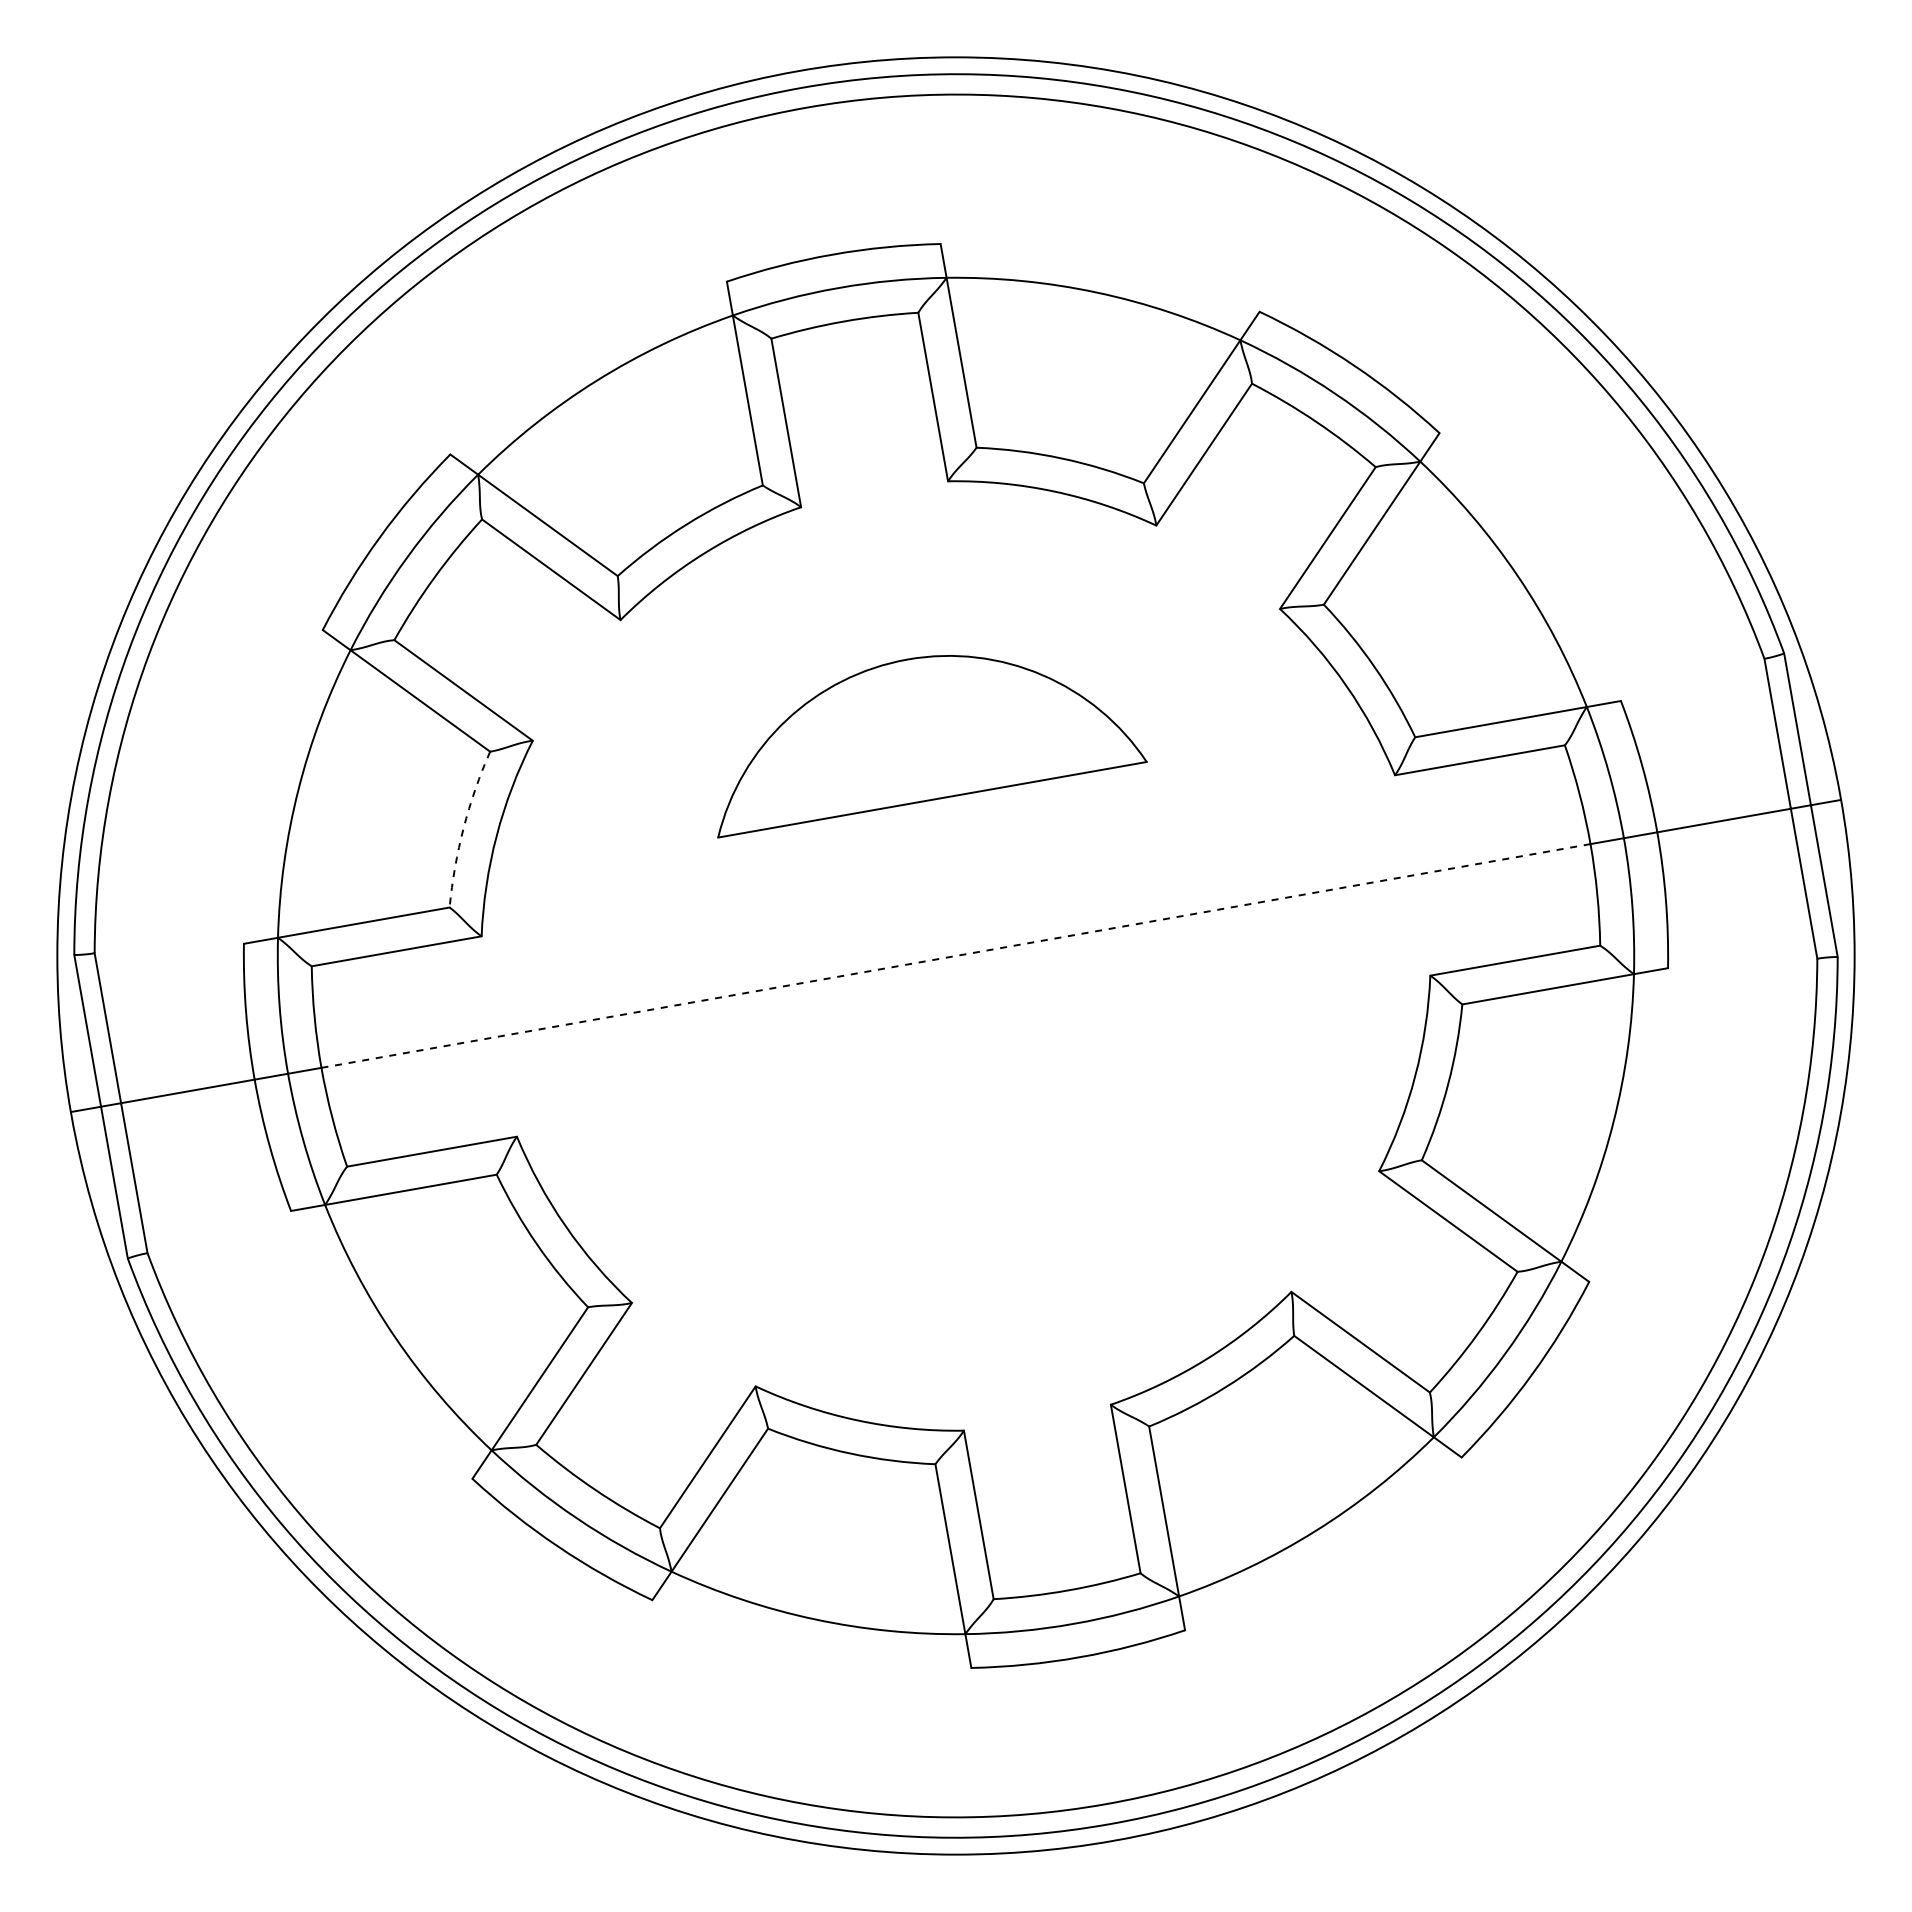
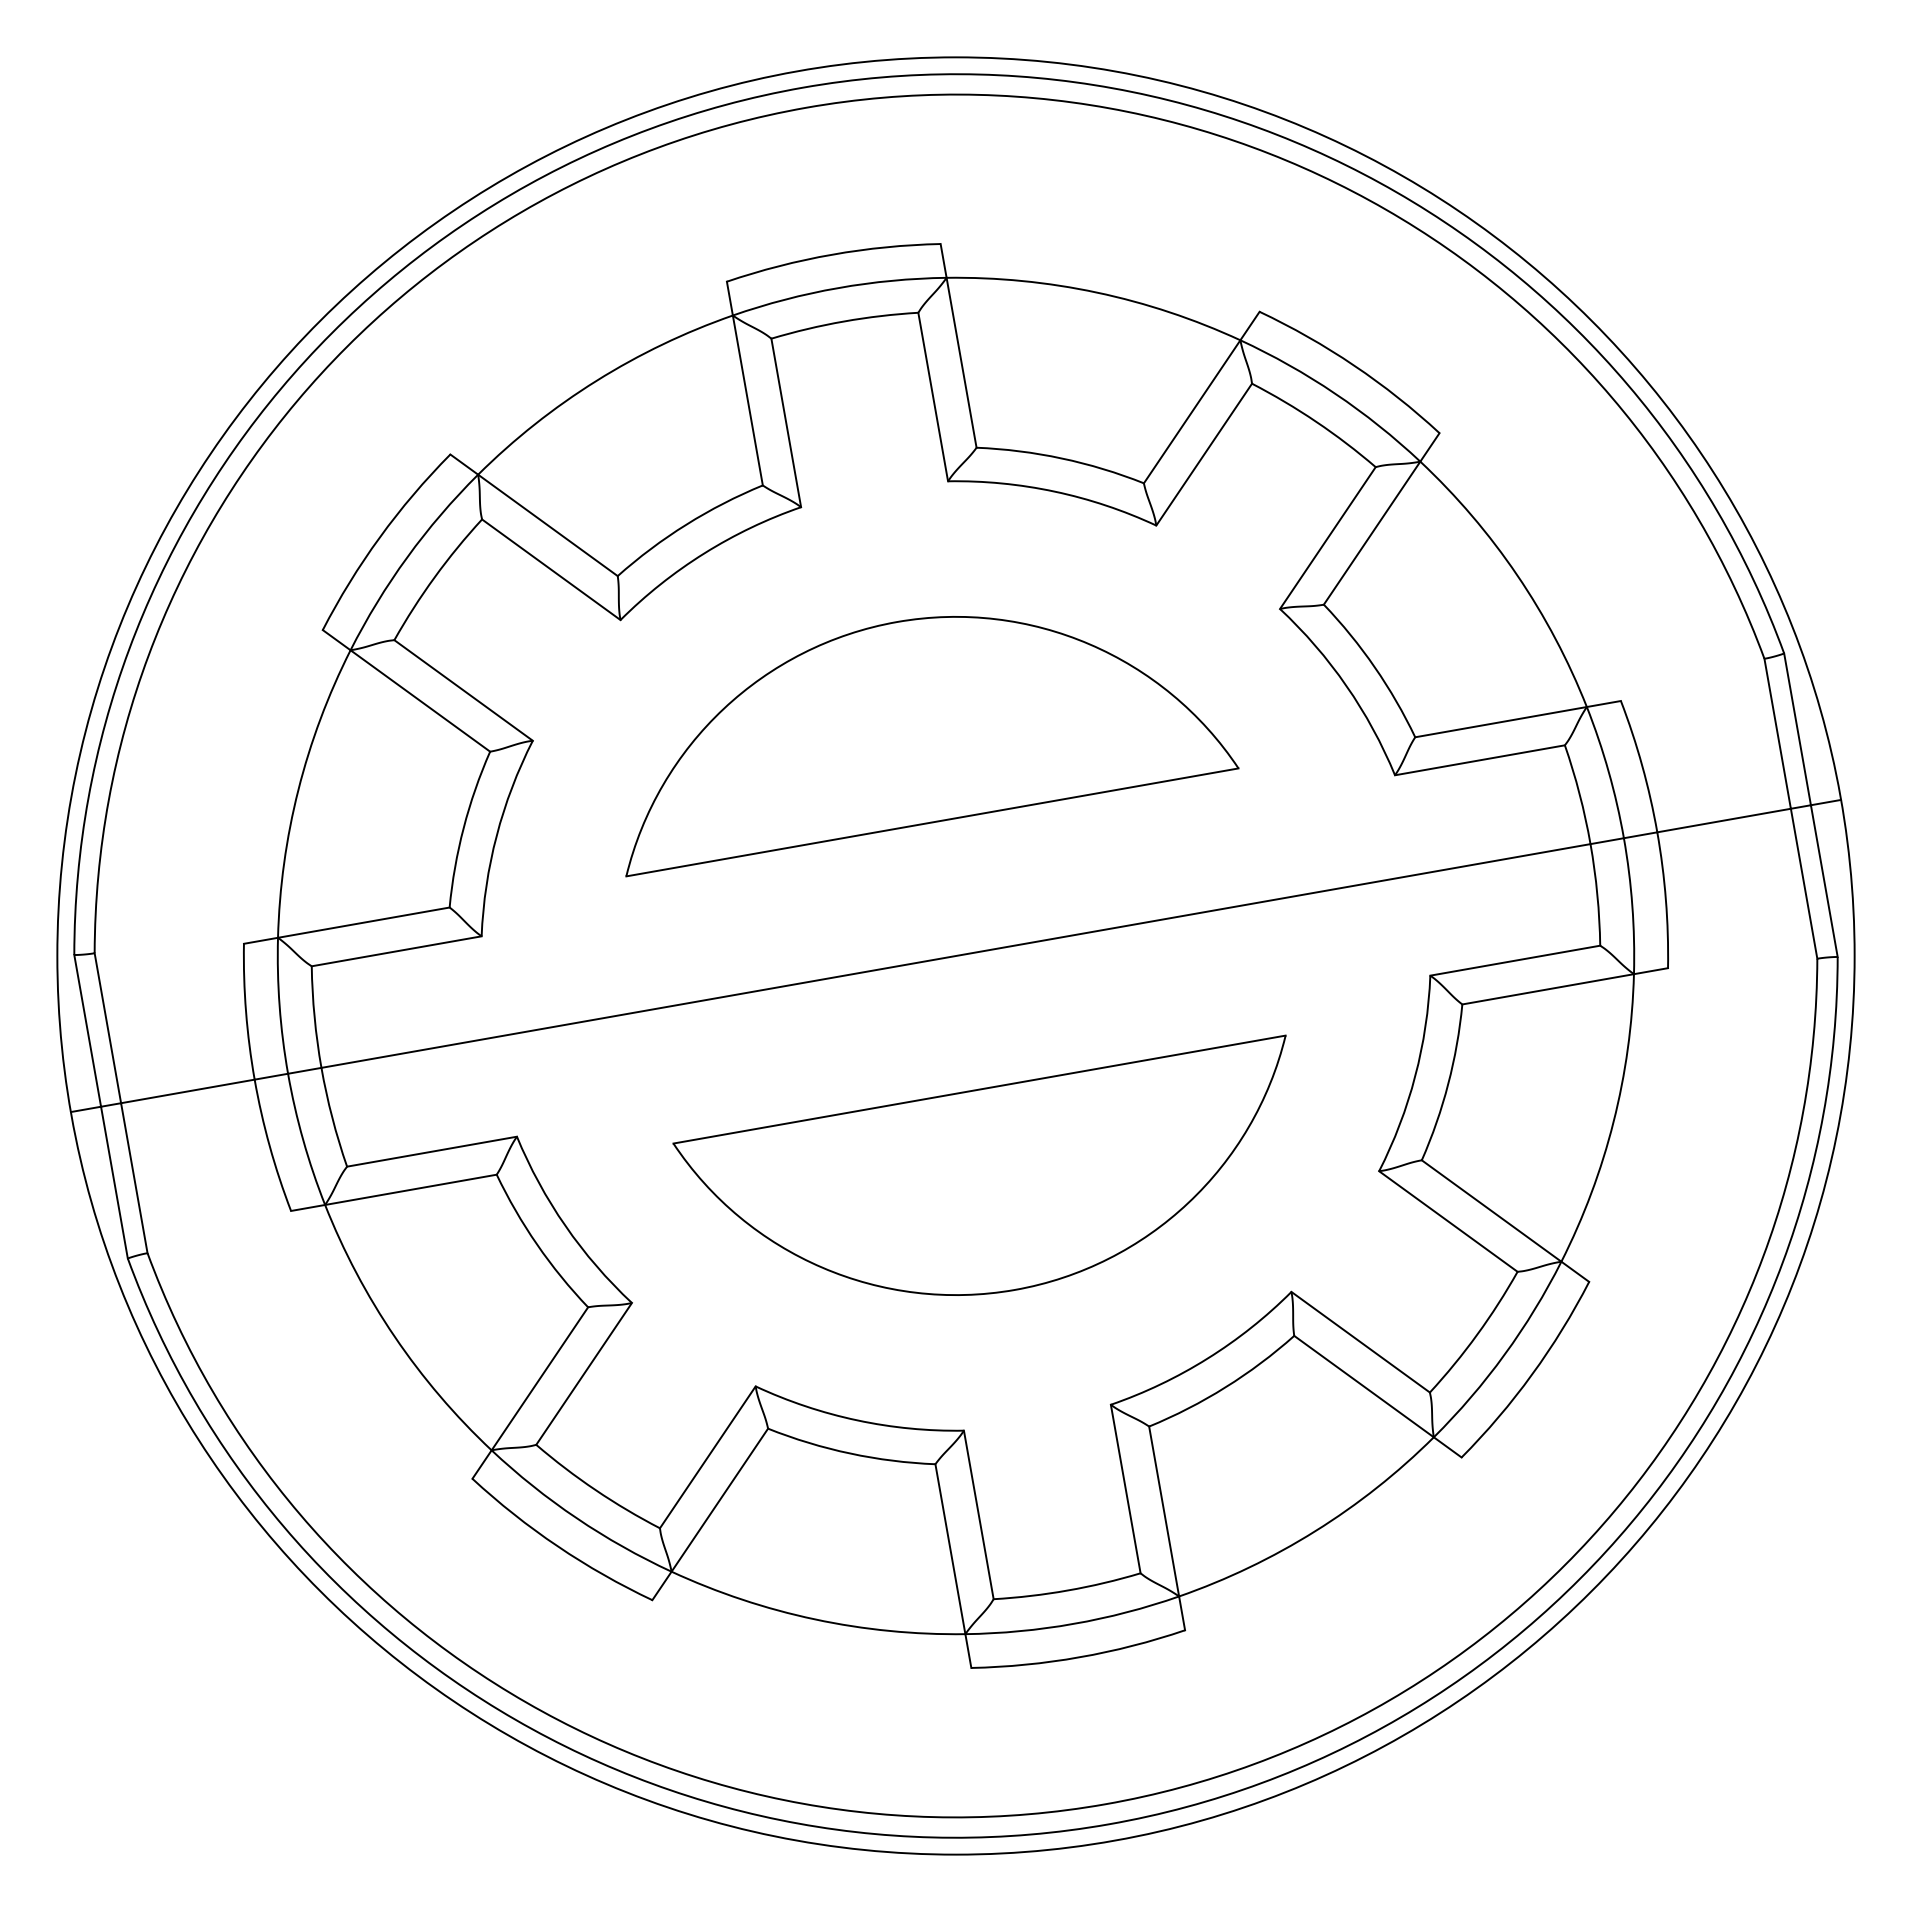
part at (932, 746) size: 431x184 px -> 615x262 px
arc at (463, 828): dashed -> solid
line at (956, 955): dashed -> solid
part at (979, 1164): none -> present
